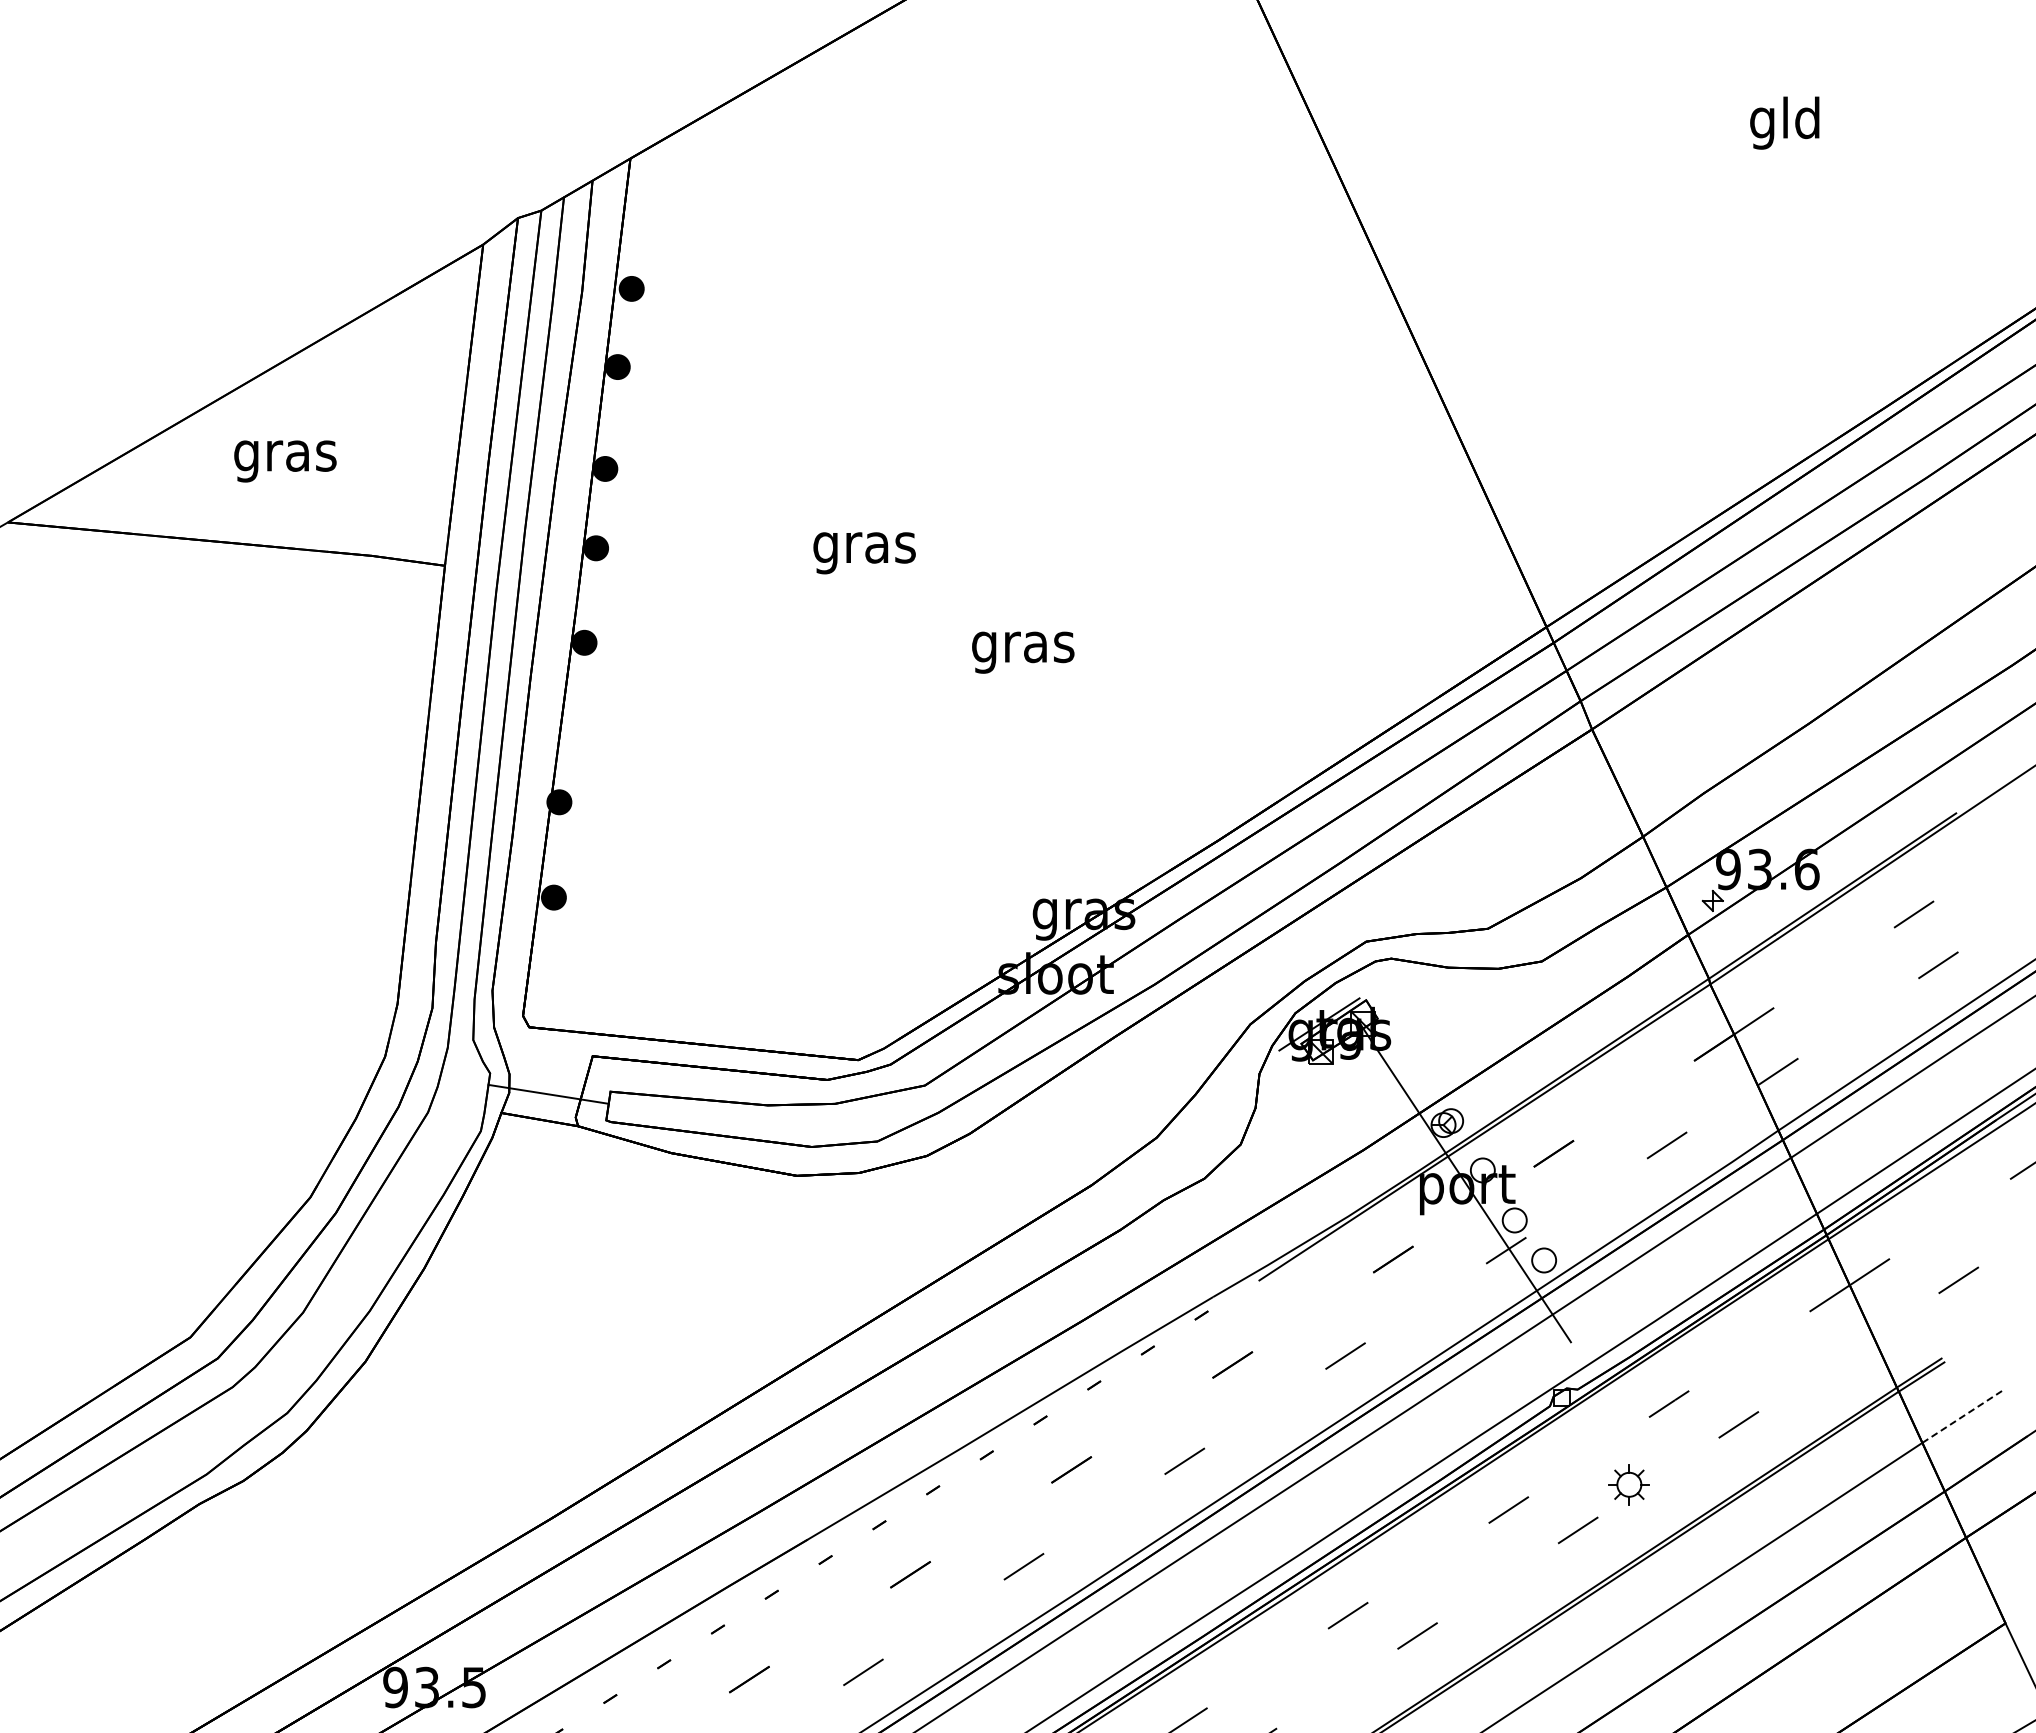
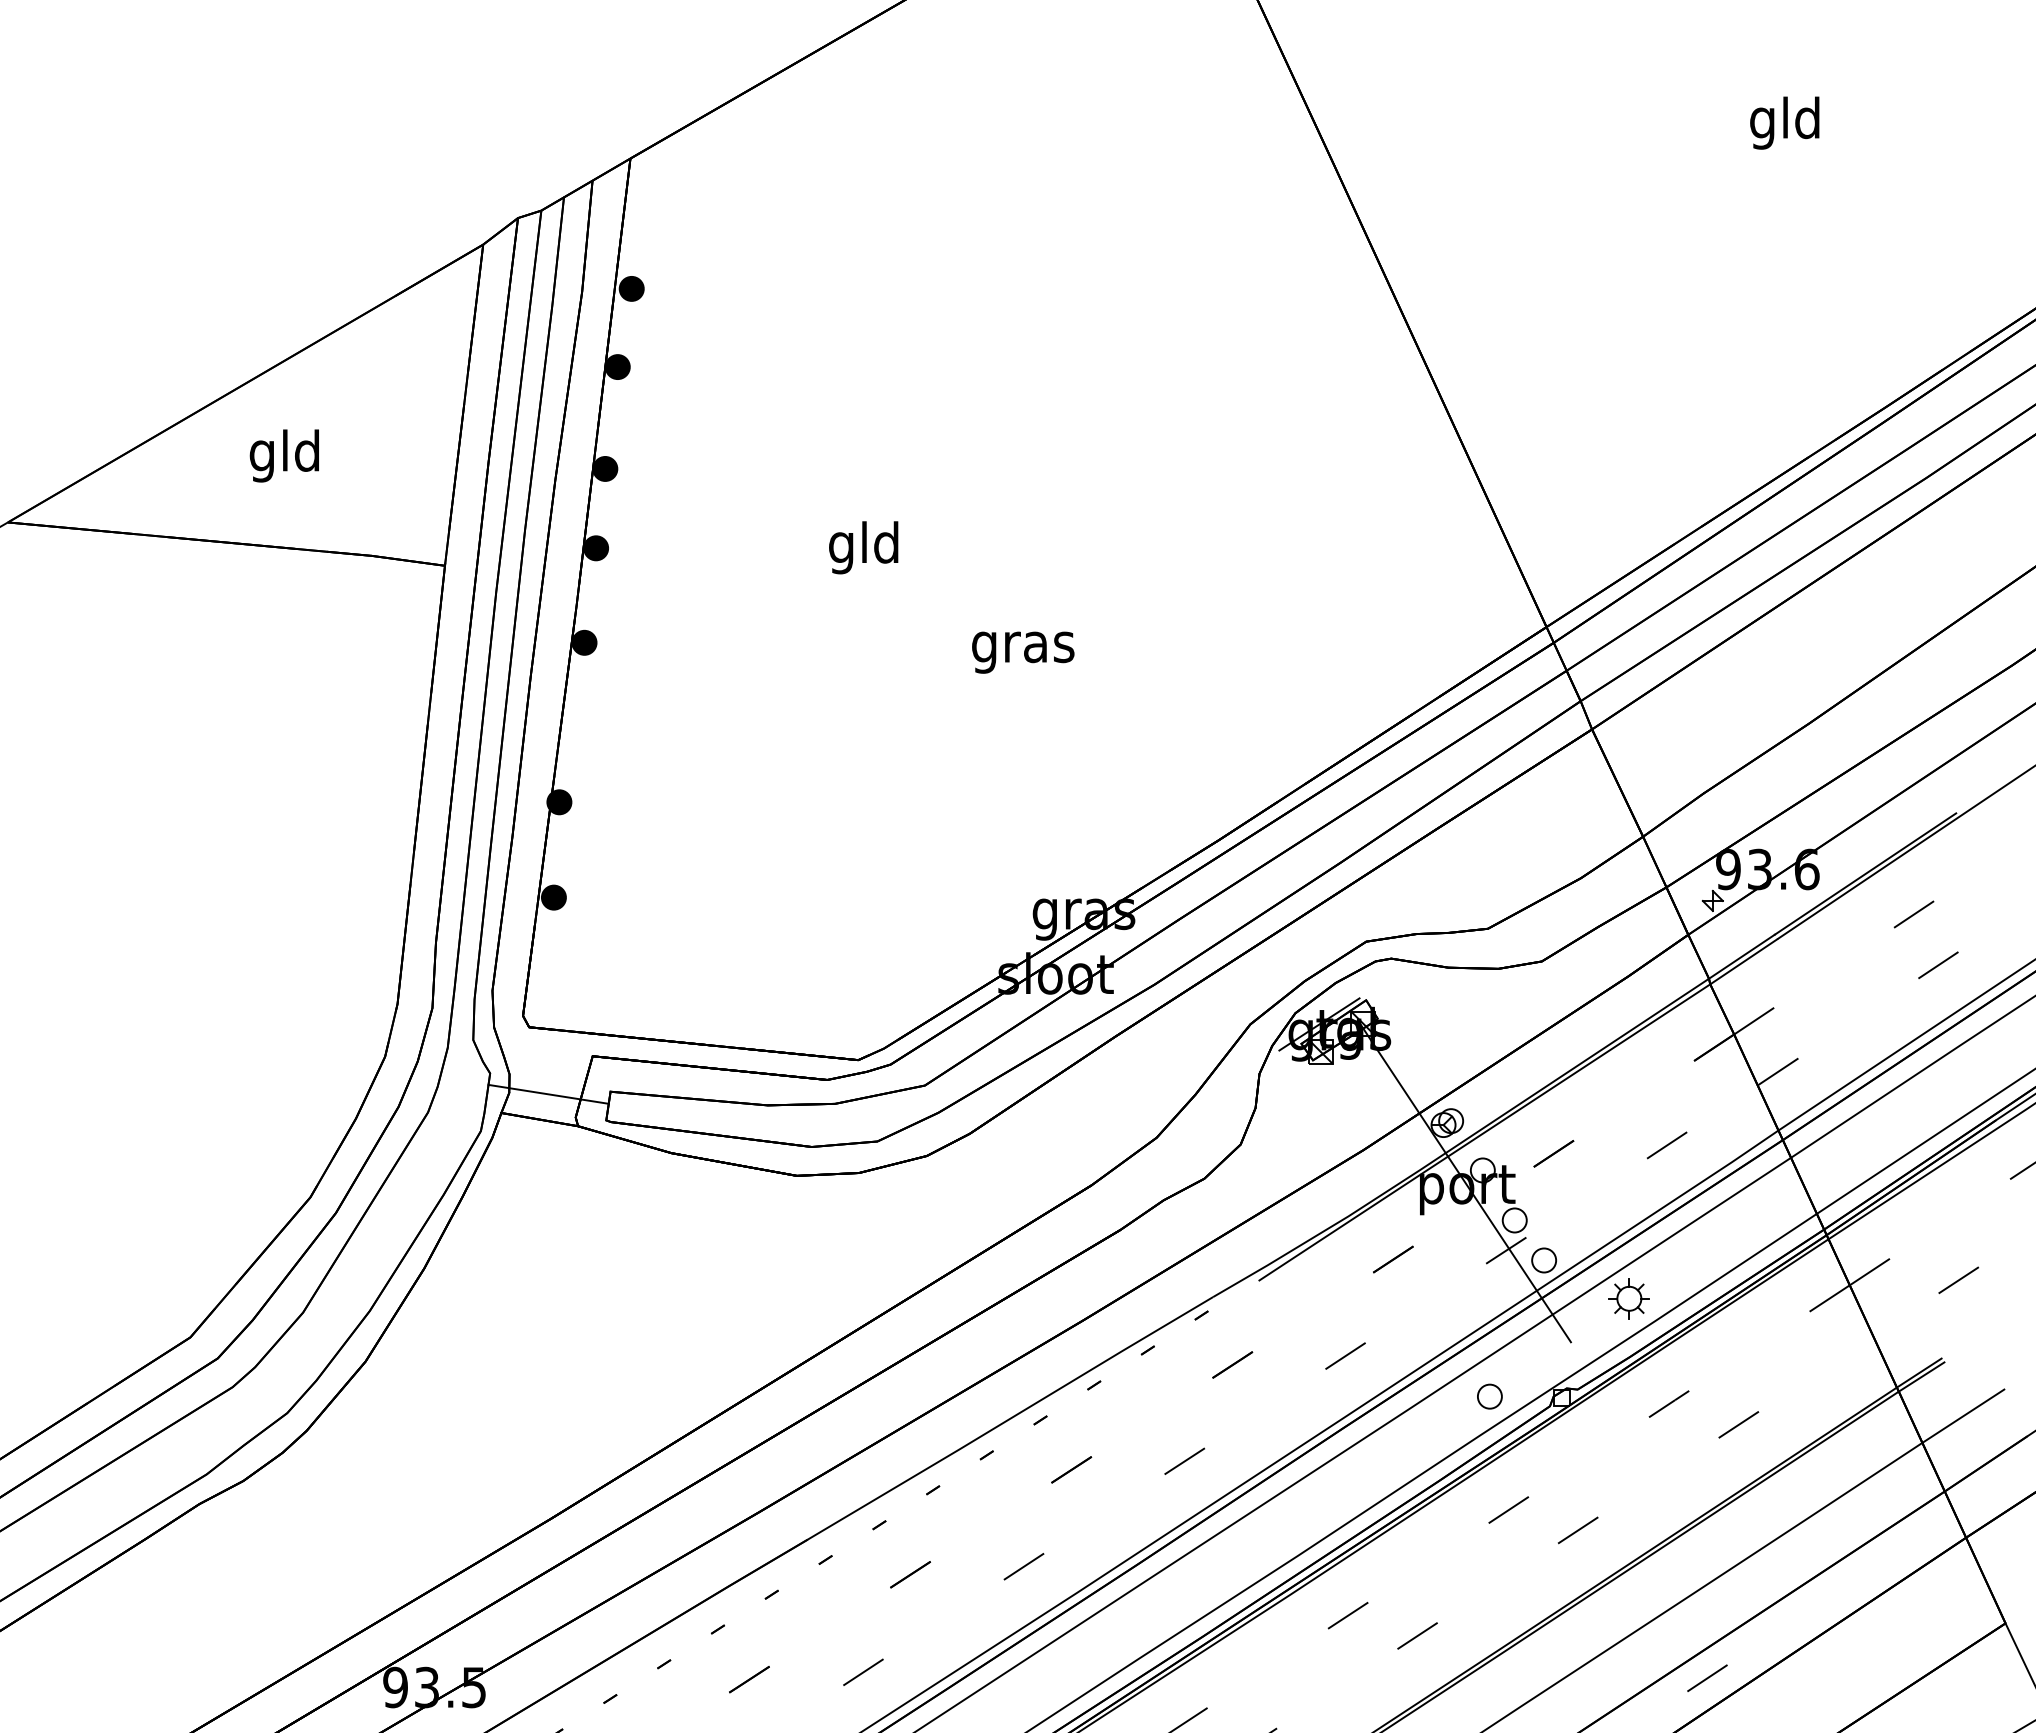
text at (285, 455): gras -> gld
text at (864, 547): gras -> gld
part at (1489, 1396): none -> present
line at (1963, 1416): dashed -> solid
part at (1628, 1484) position: (1628, 1484) -> (1628, 1298)
line at (1707, 1678): none -> present
